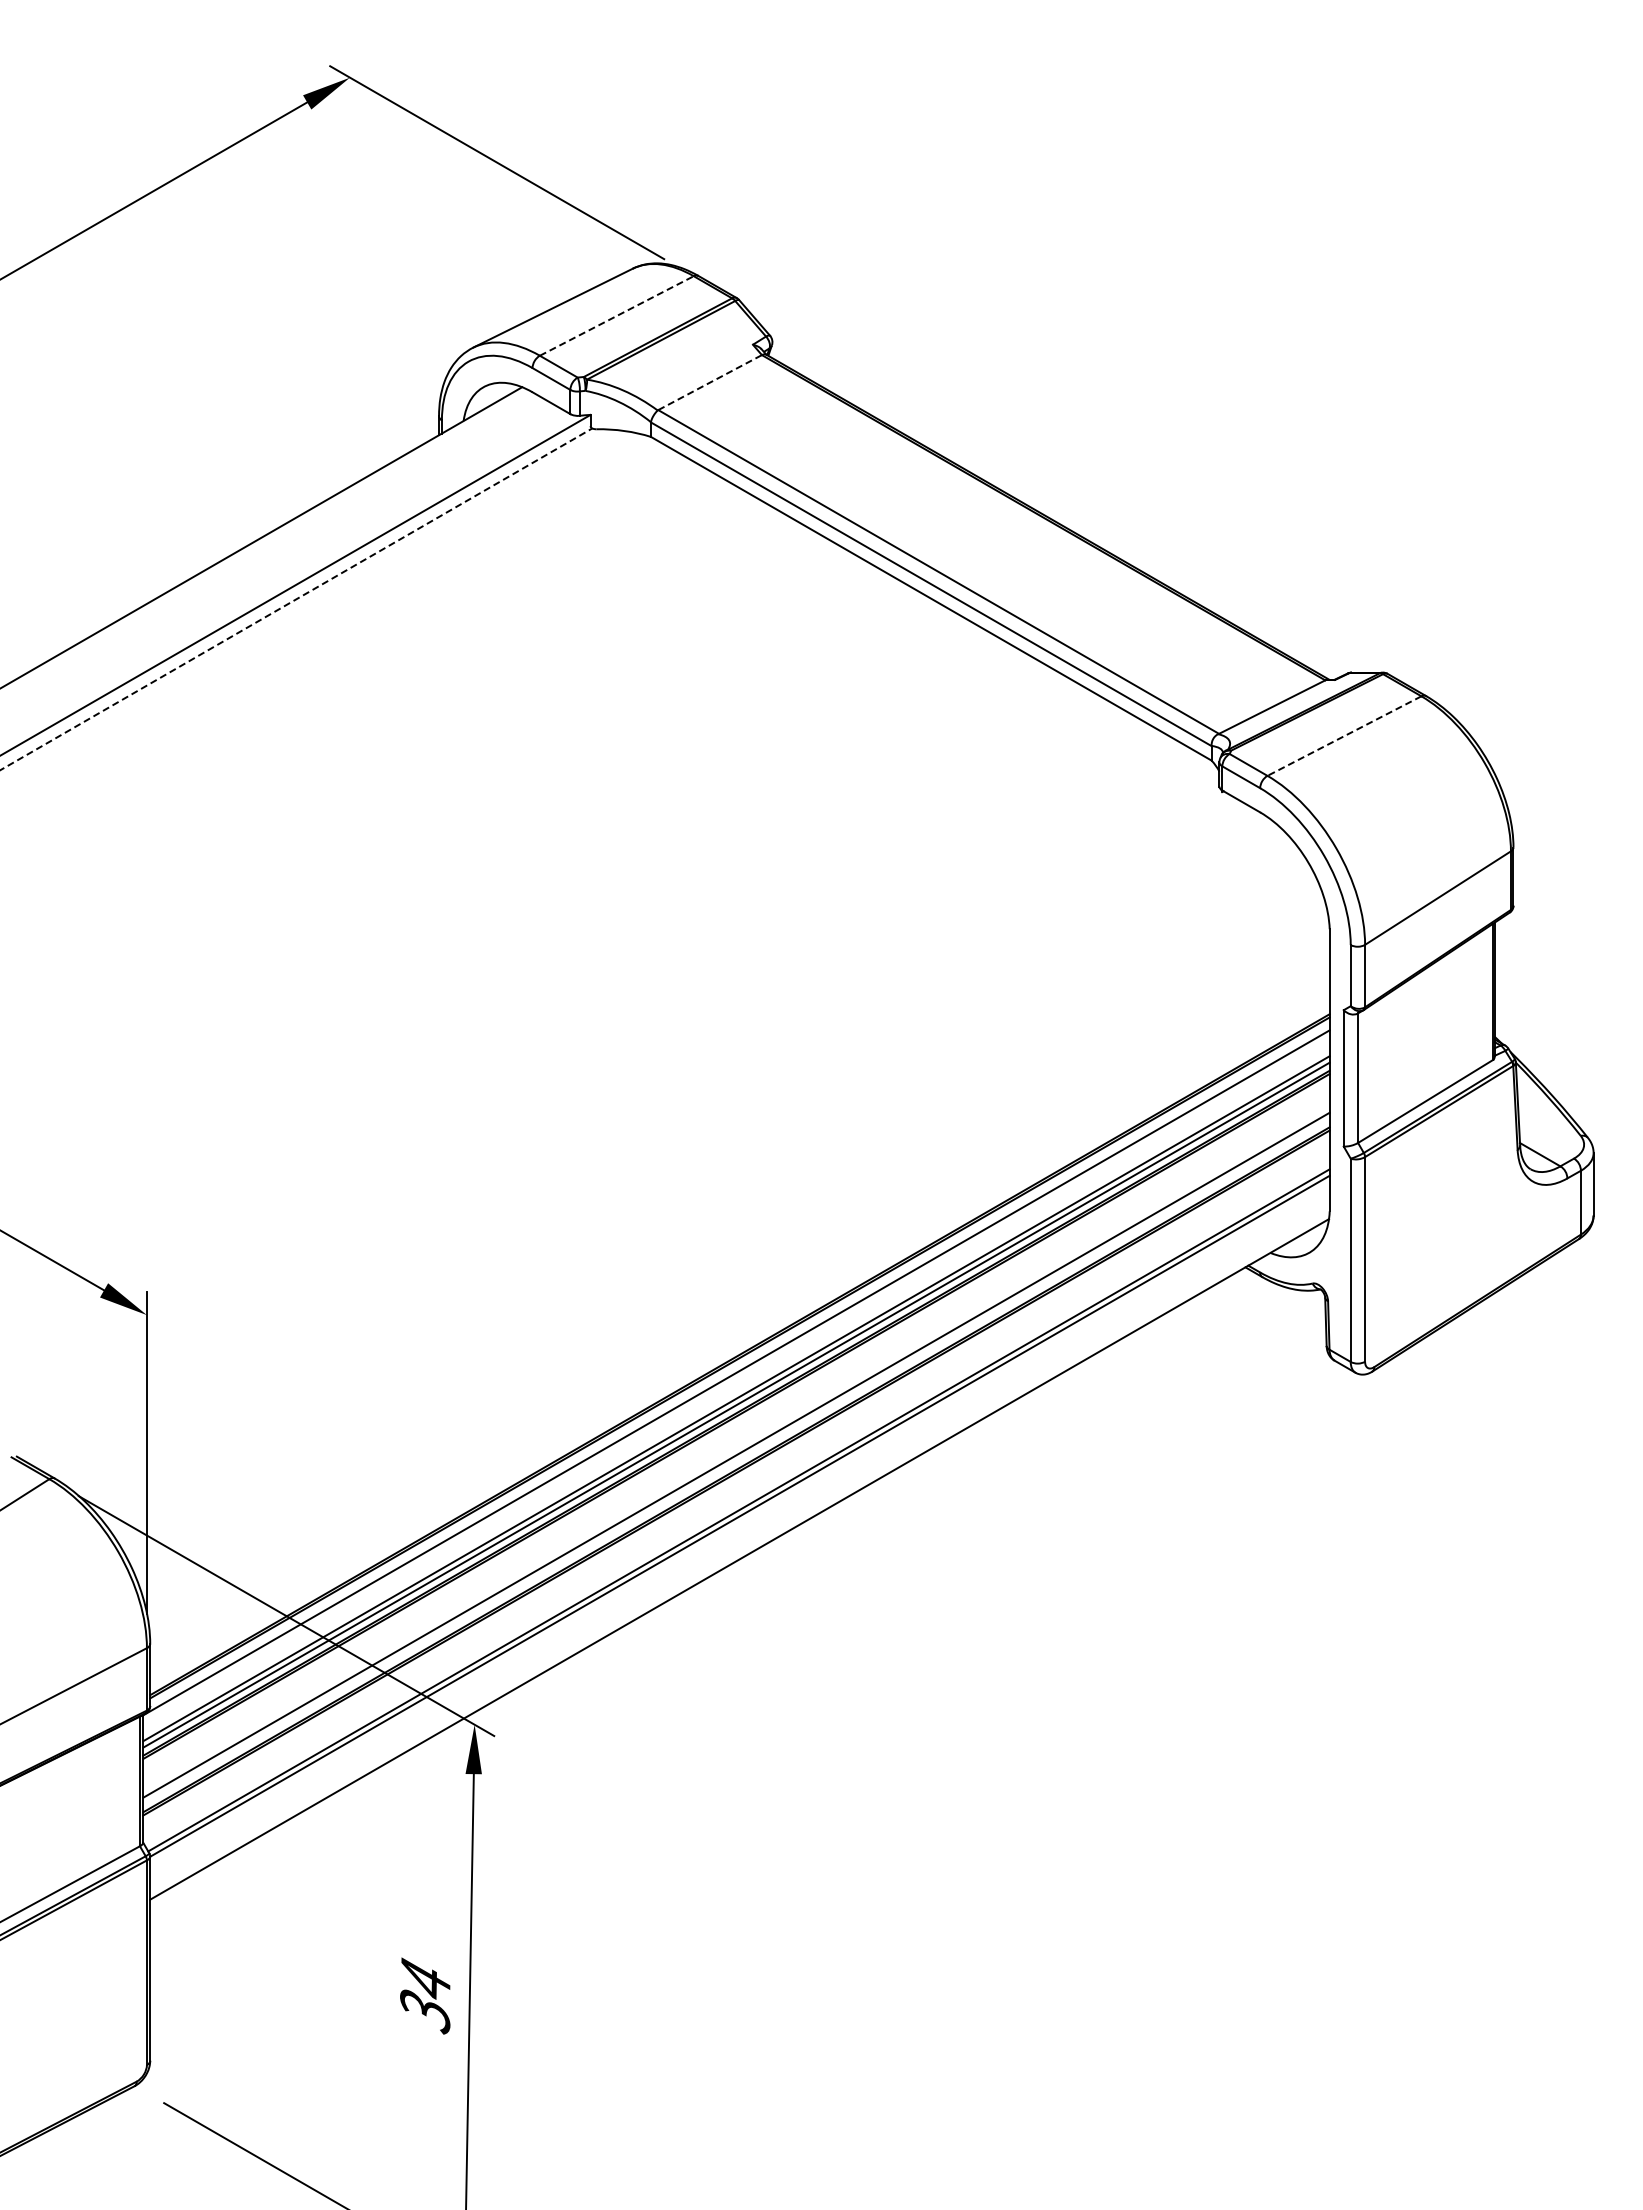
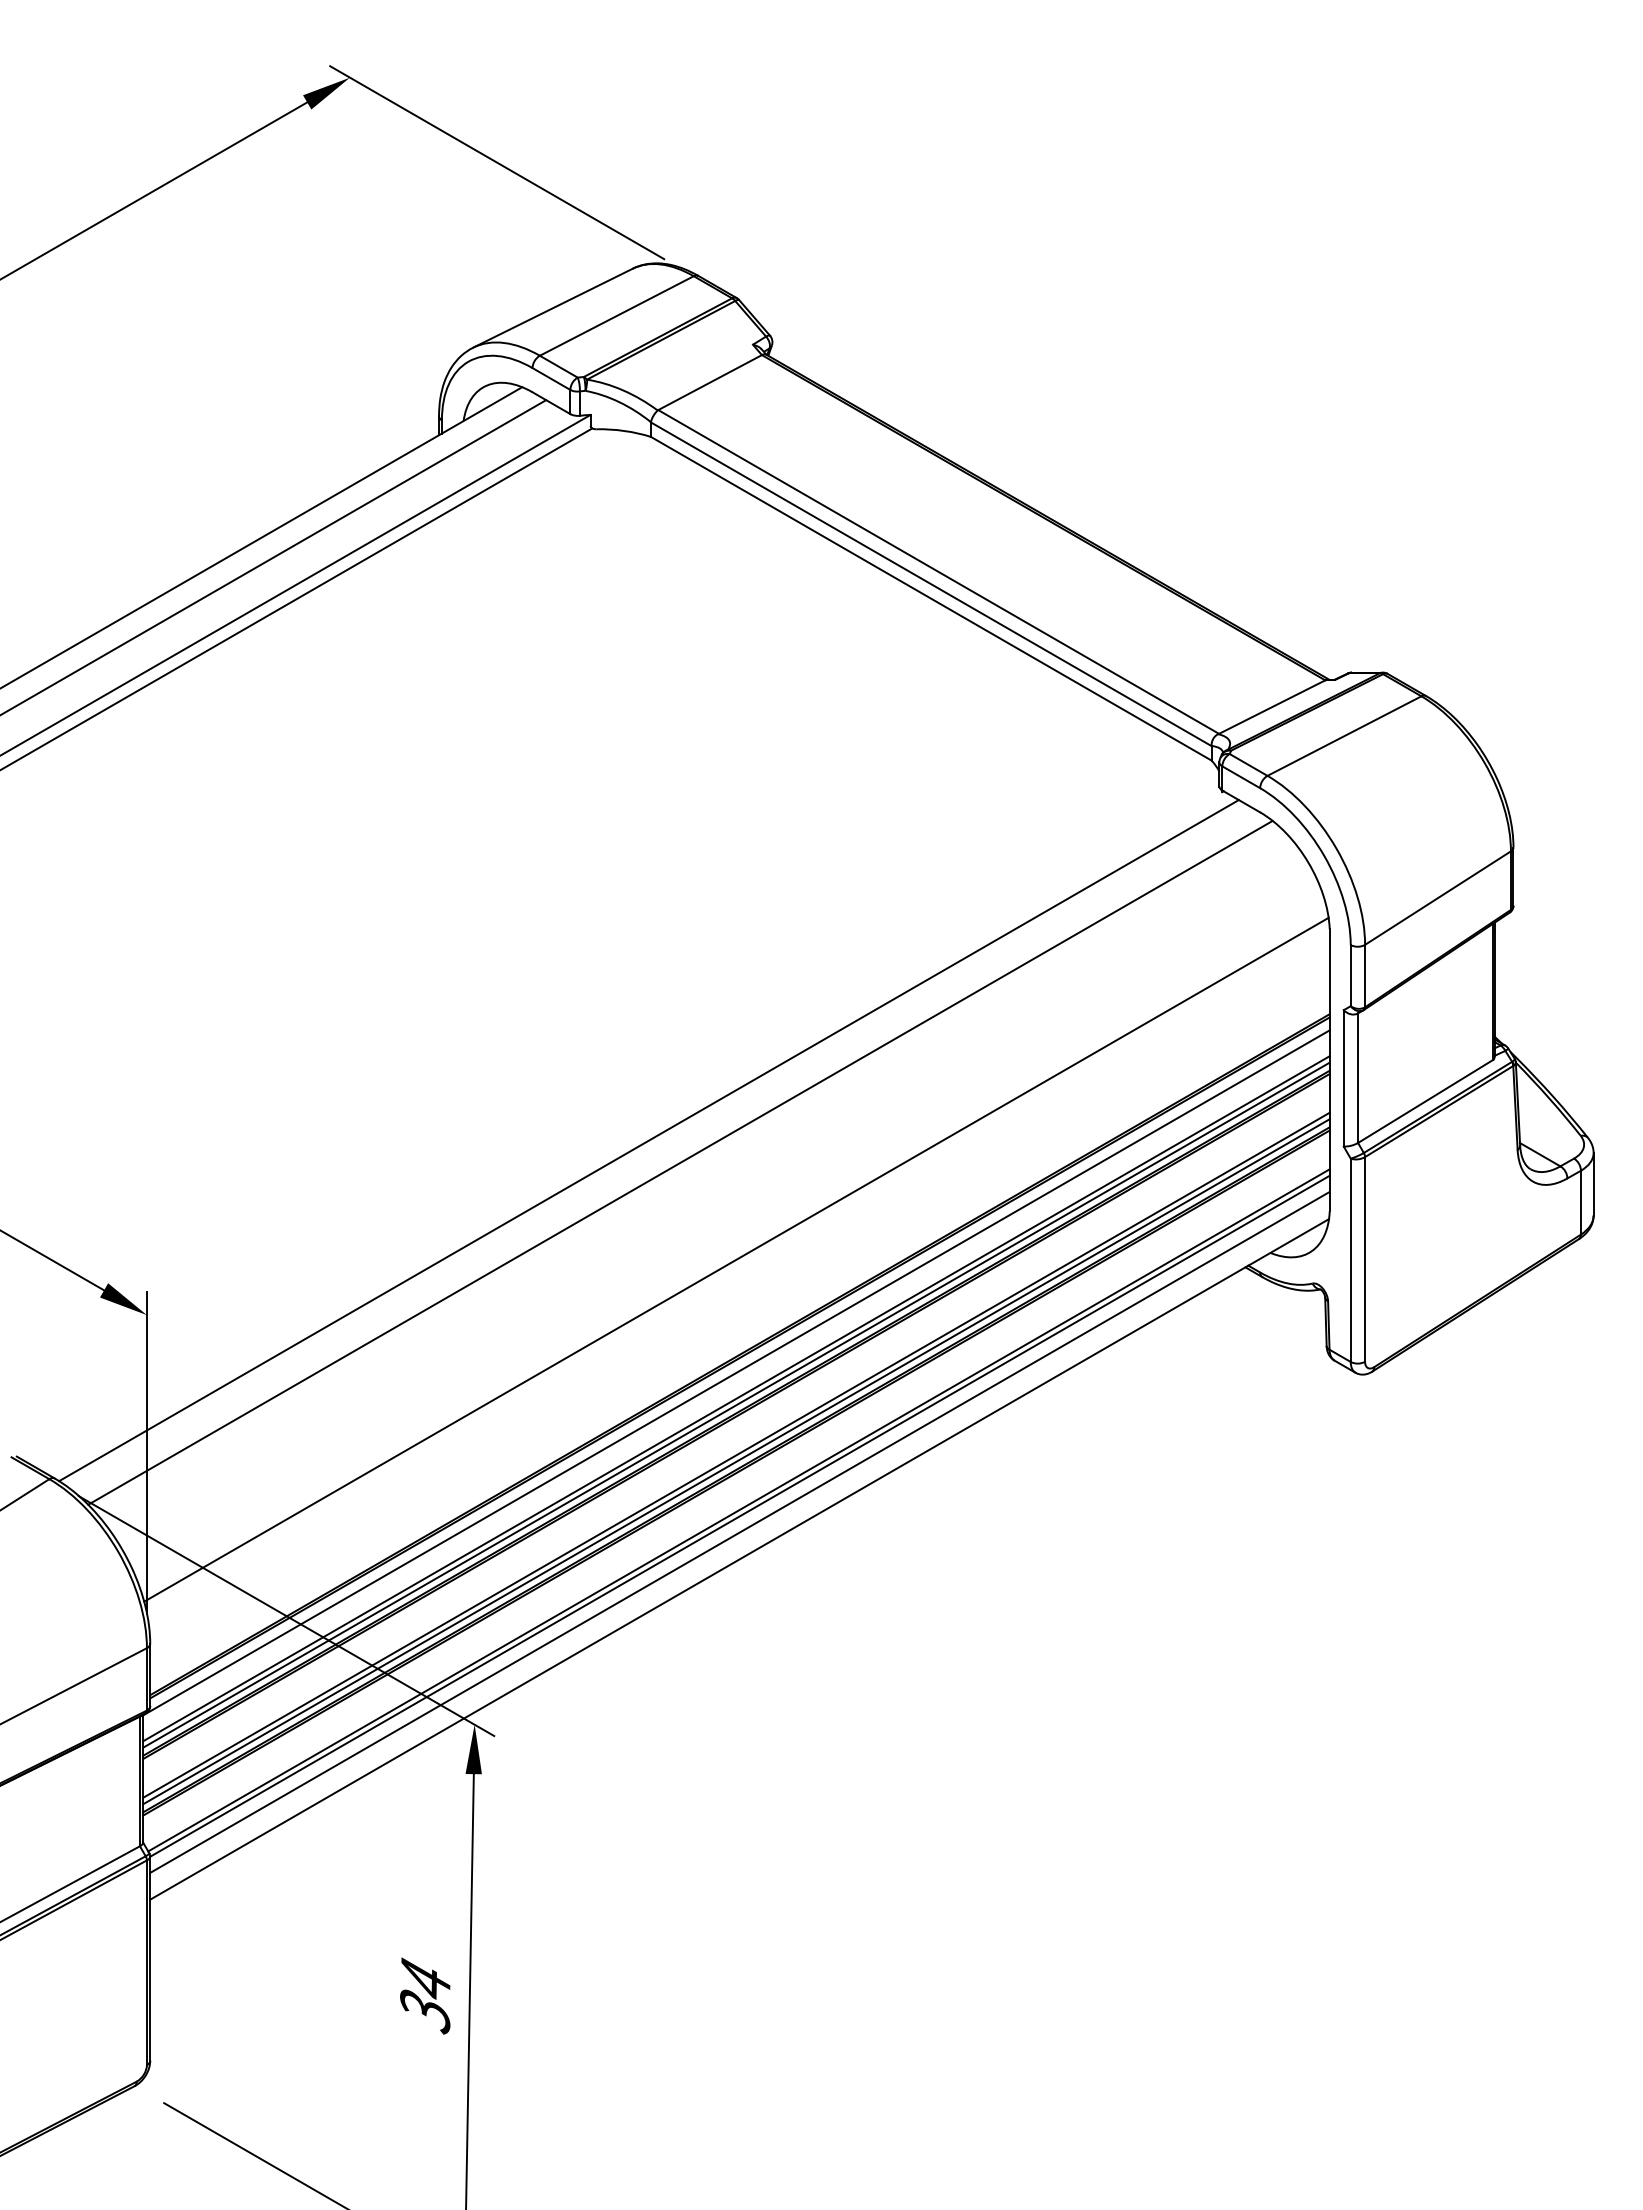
line at (616, 315): dashed -> solid
line at (710, 382): dashed -> solid
line at (274, 557): none -> present
line at (296, 599): dashed -> solid
line at (1344, 736): dashed -> solid
line at (648, 1140): none -> present
line at (680, 1162): none -> present
line at (736, 1259): none -> present
line at (736, 1461): none -> present
line at (739, 1531): none -> present
